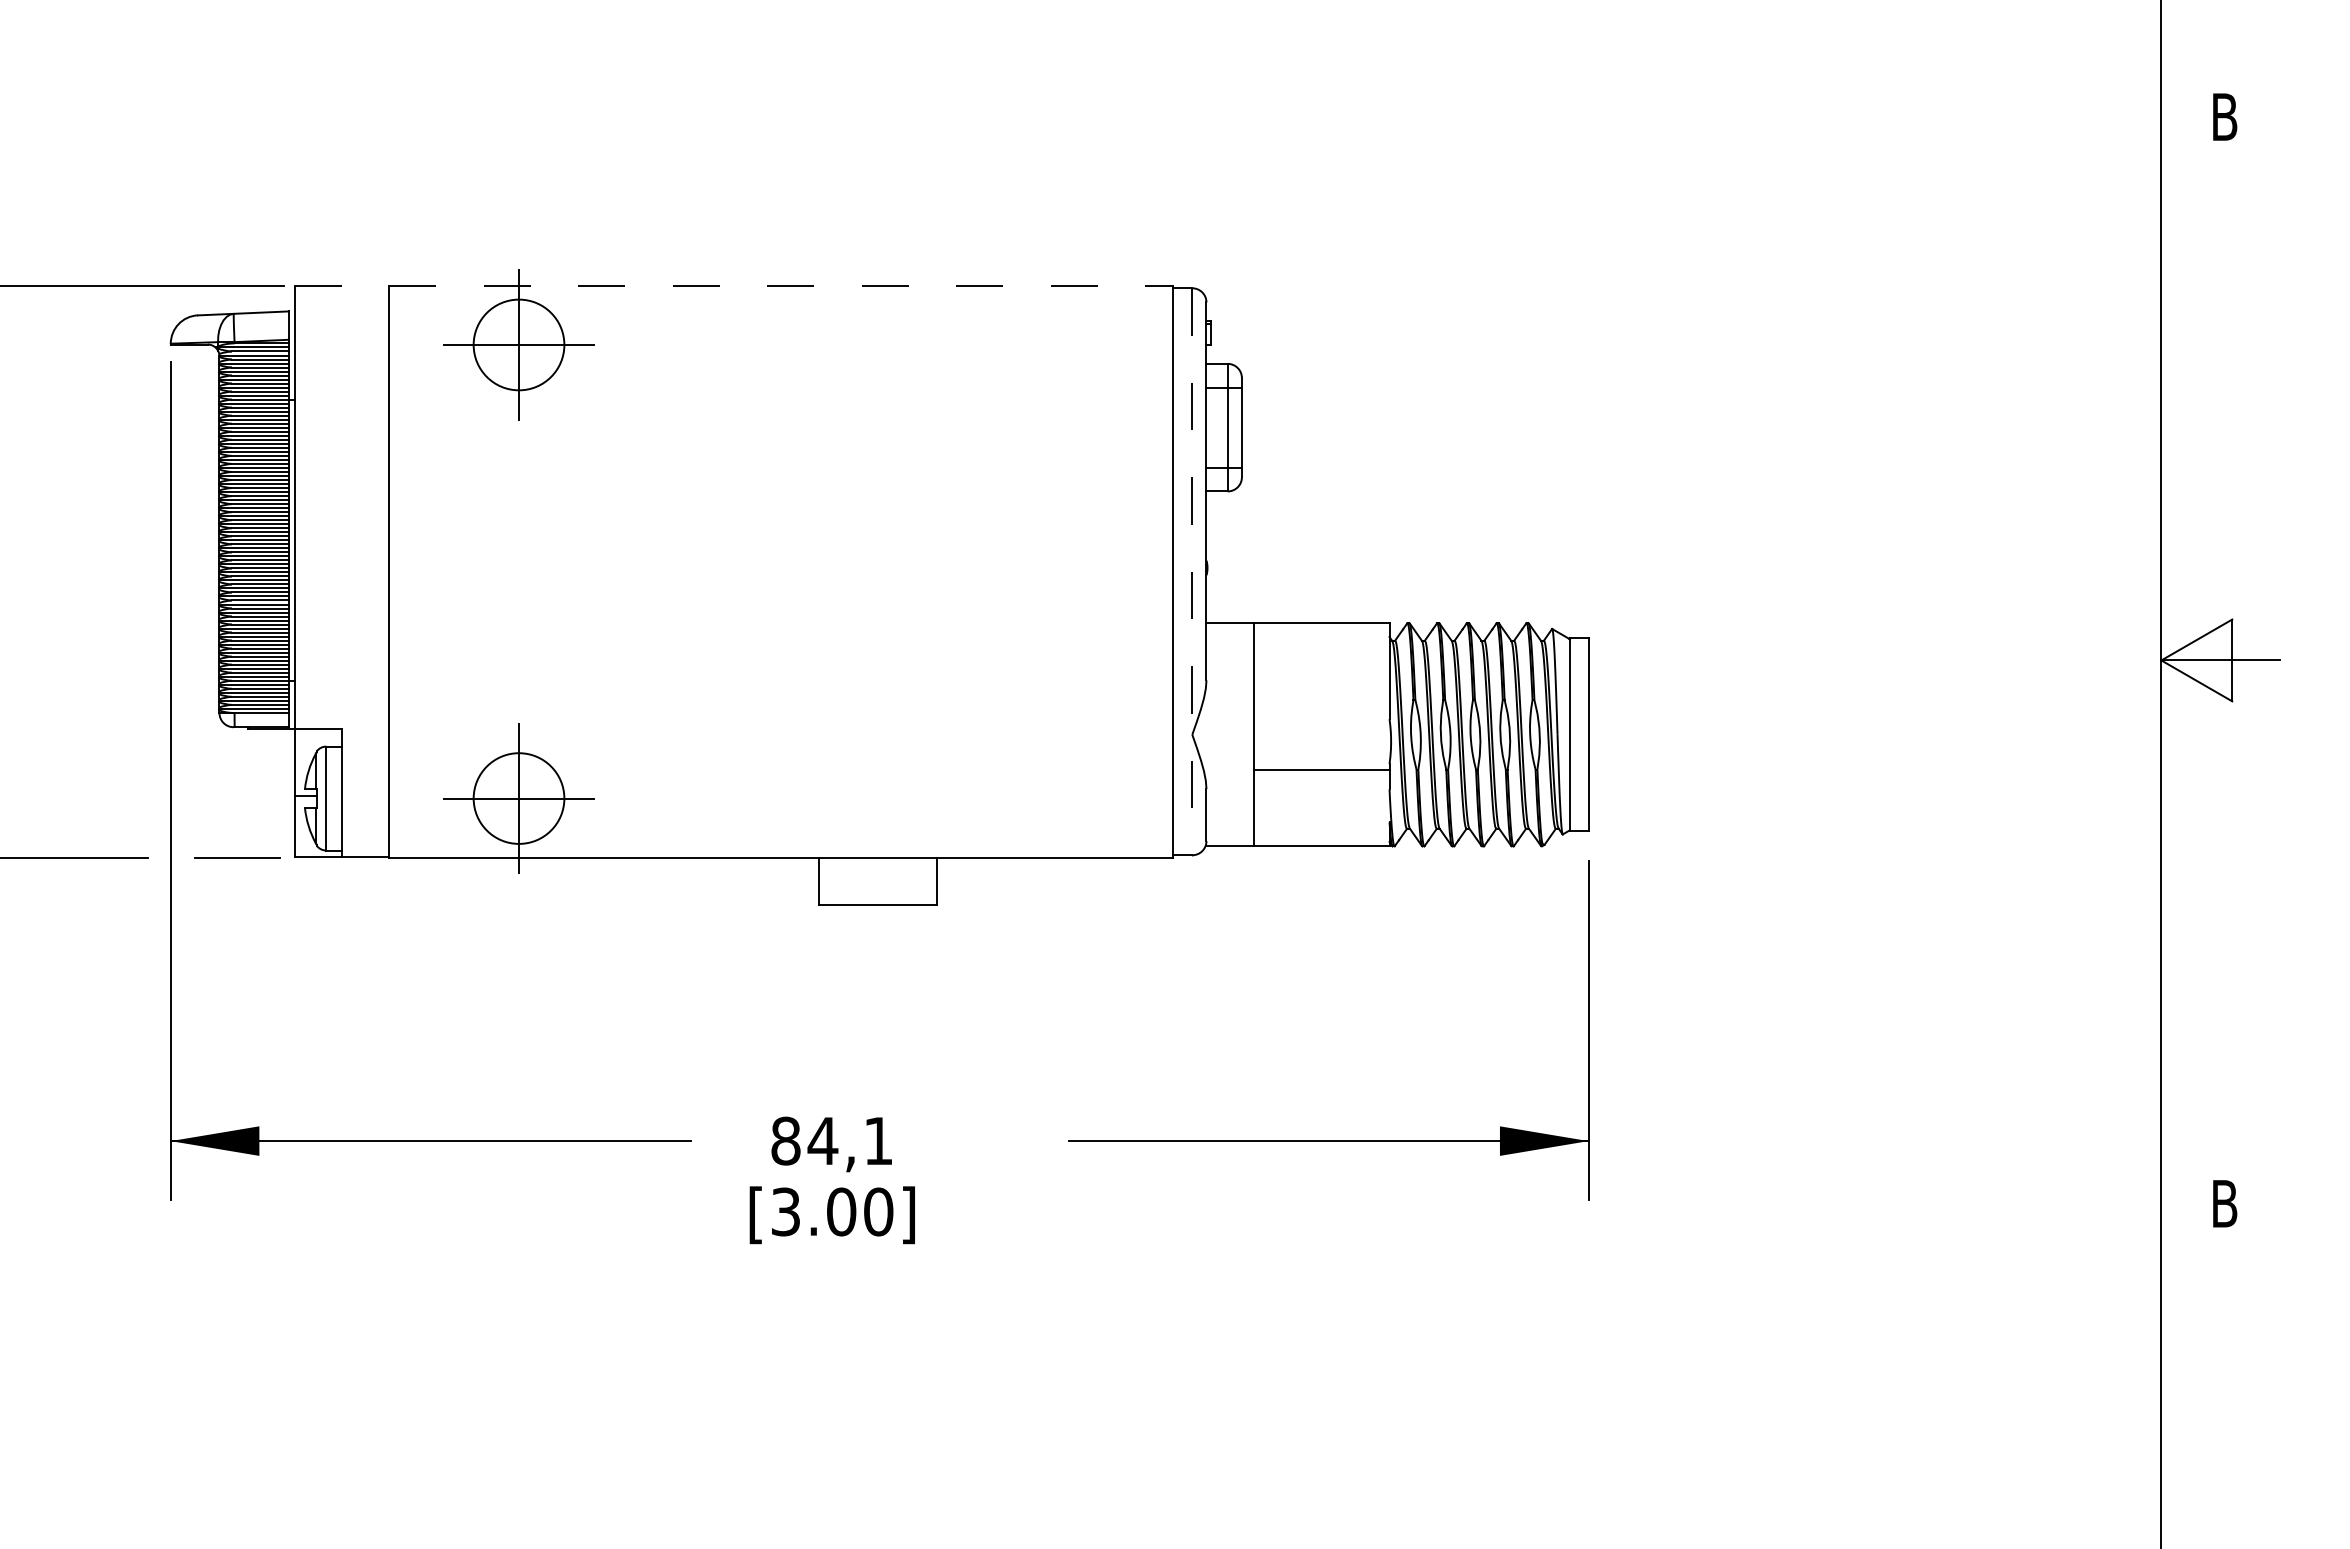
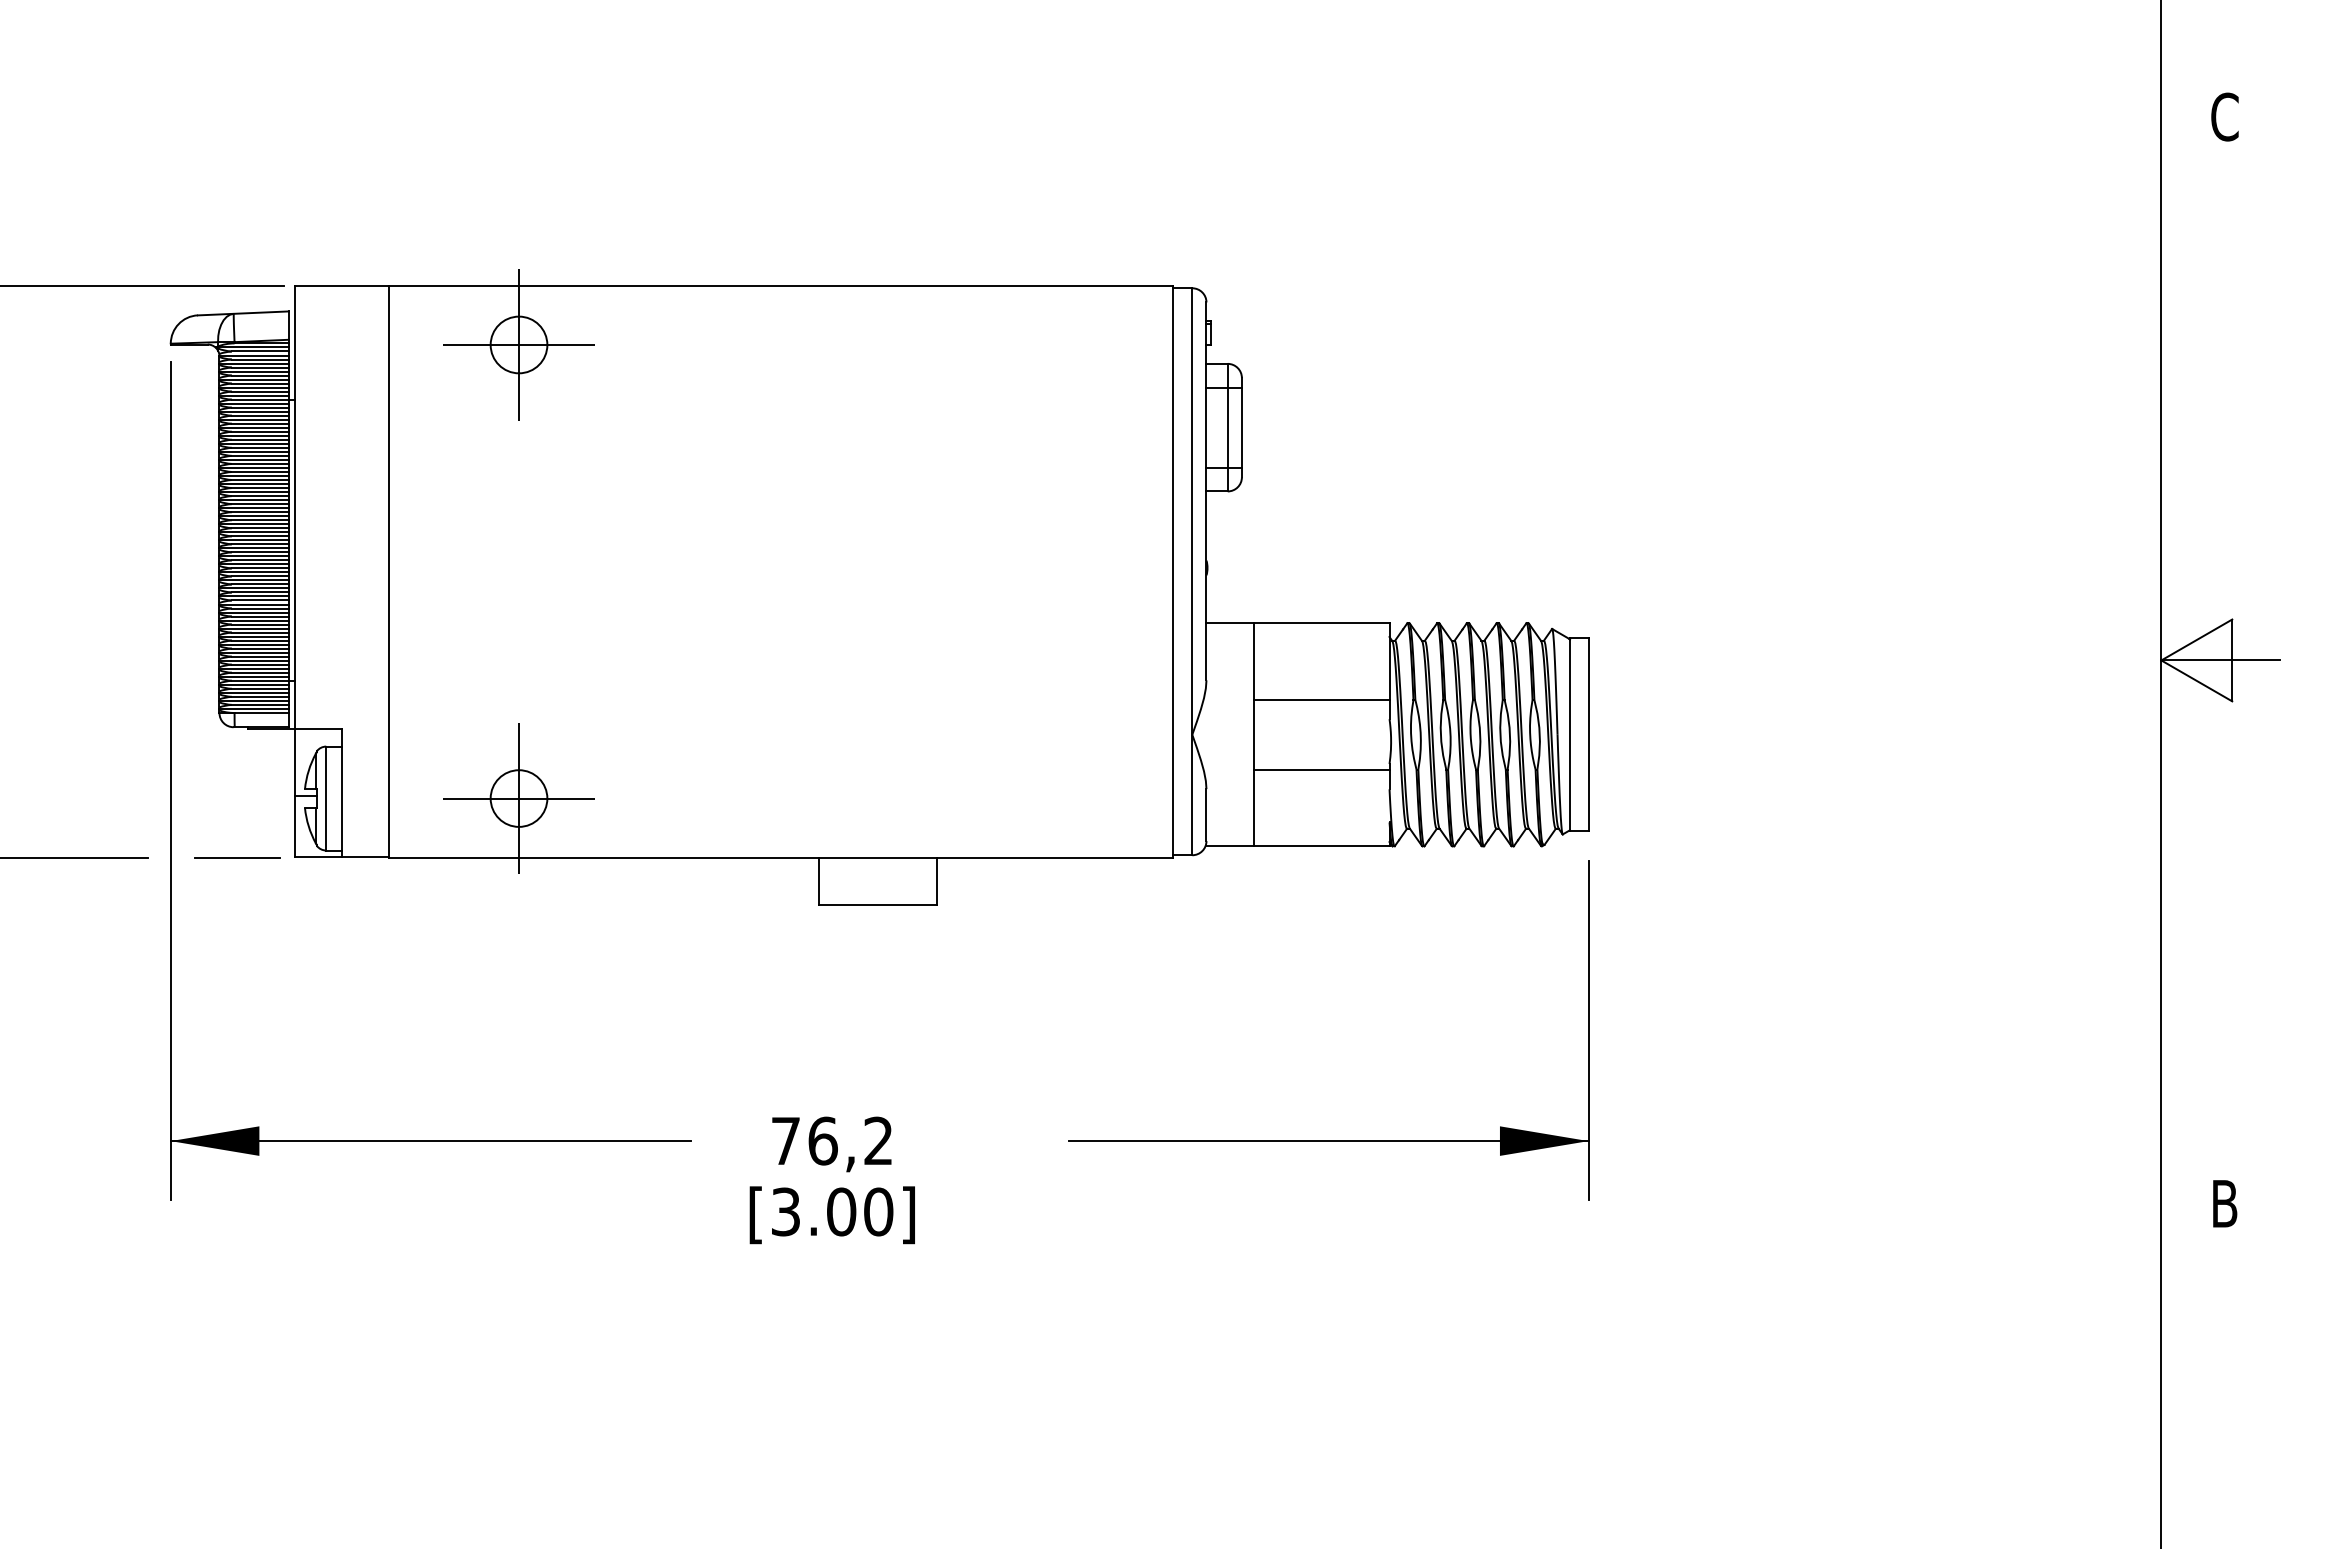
text at (2224, 116): B -> C
line at (734, 285): dashed -> solid
circle at (518, 344) diameter: 91 px -> 57 px
line at (1192, 572): dashed -> solid
line at (1321, 699): none -> present
circle at (518, 798) diameter: 91 px -> 57 px
text at (831, 1140): 84,1 -> 76,2
